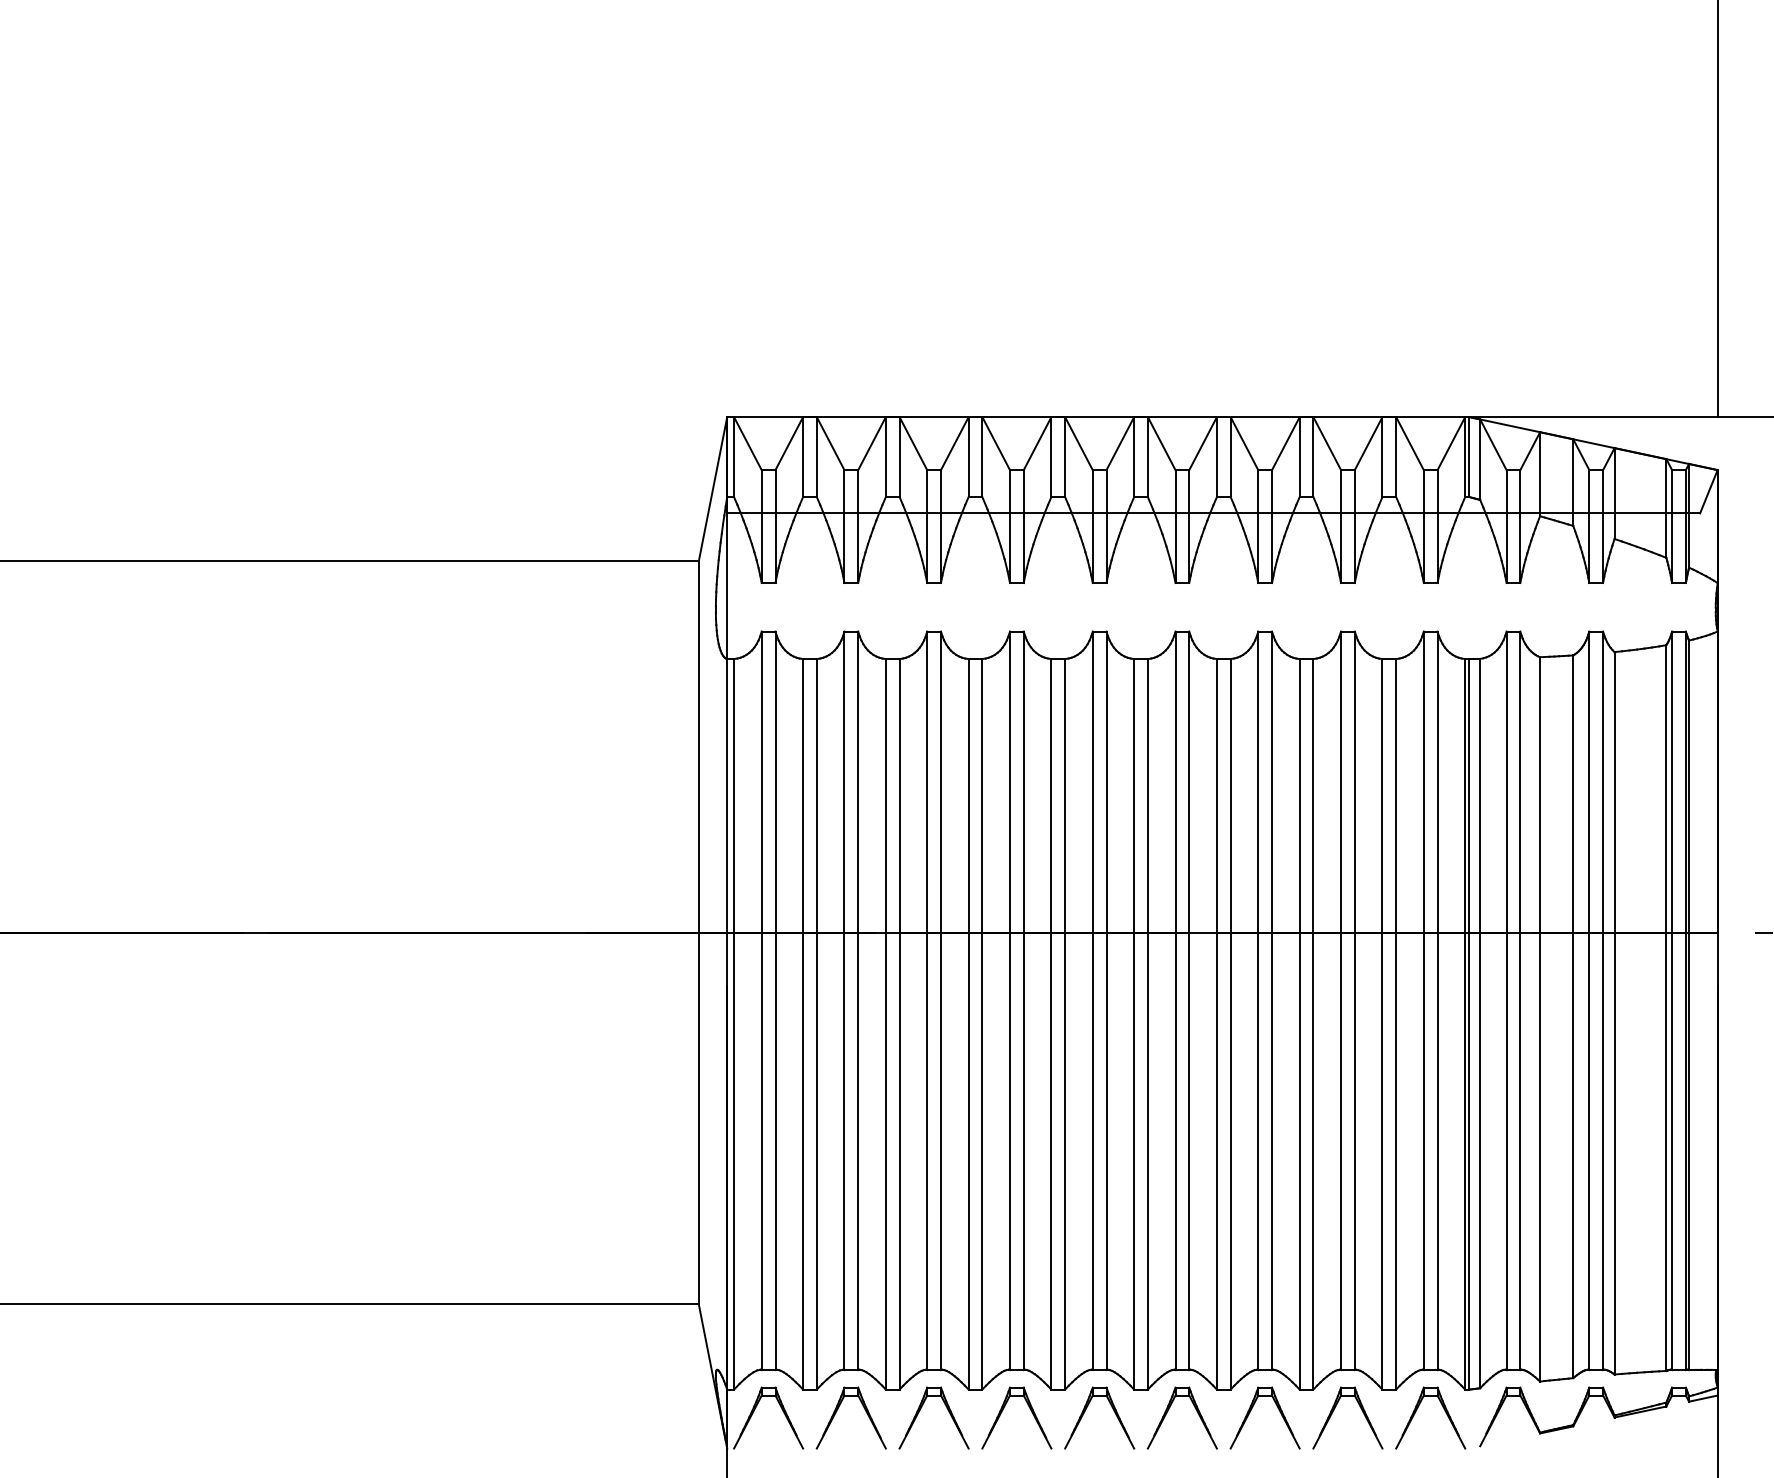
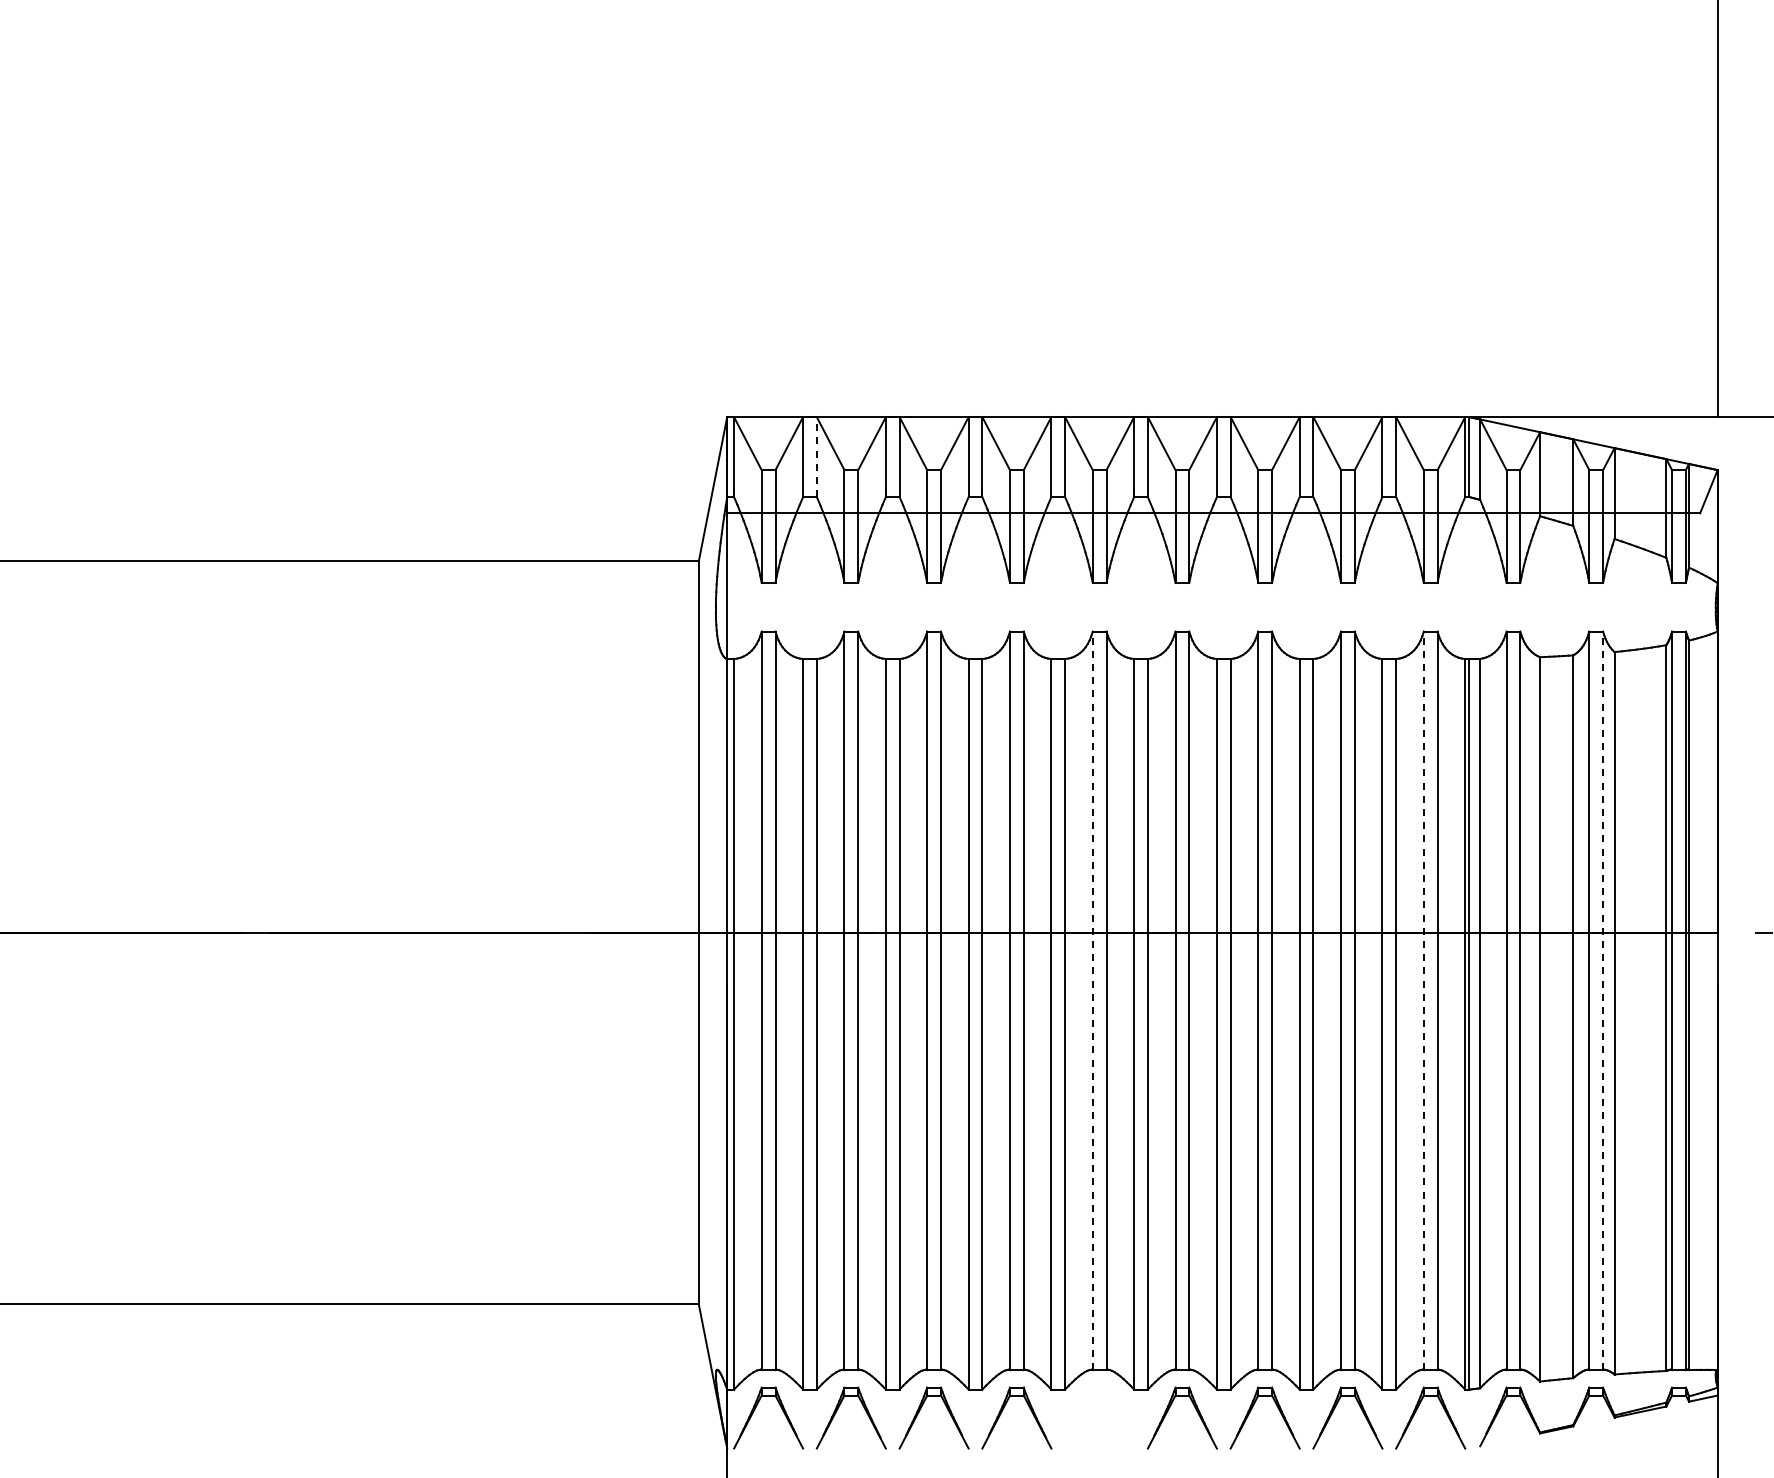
line at (816, 457): solid -> dashed
line at (1092, 1000): solid -> dashed
line at (1423, 1000): solid -> dashed
line at (1603, 1000): solid -> dashed
part at (1085, 1411): present -> none
